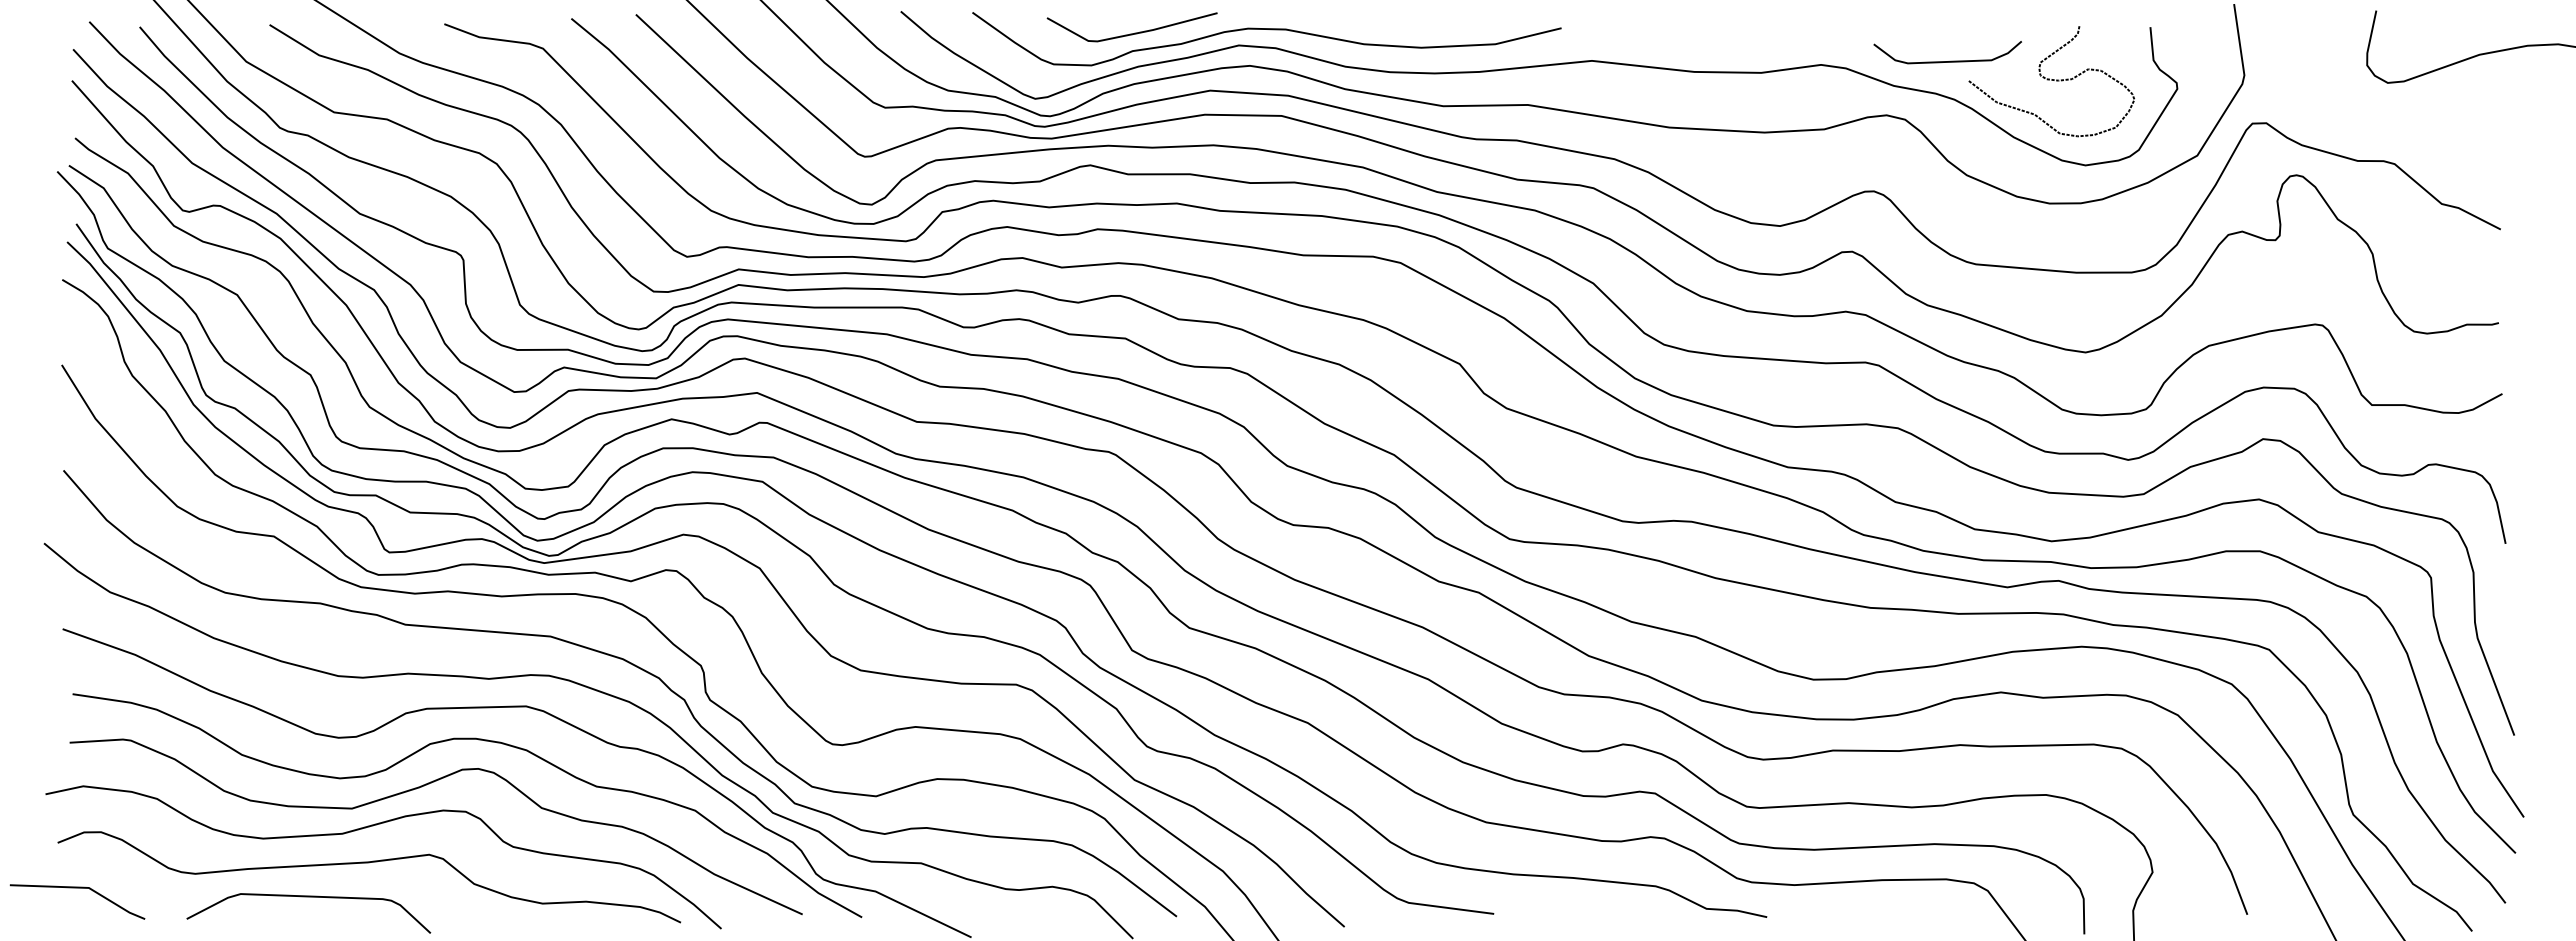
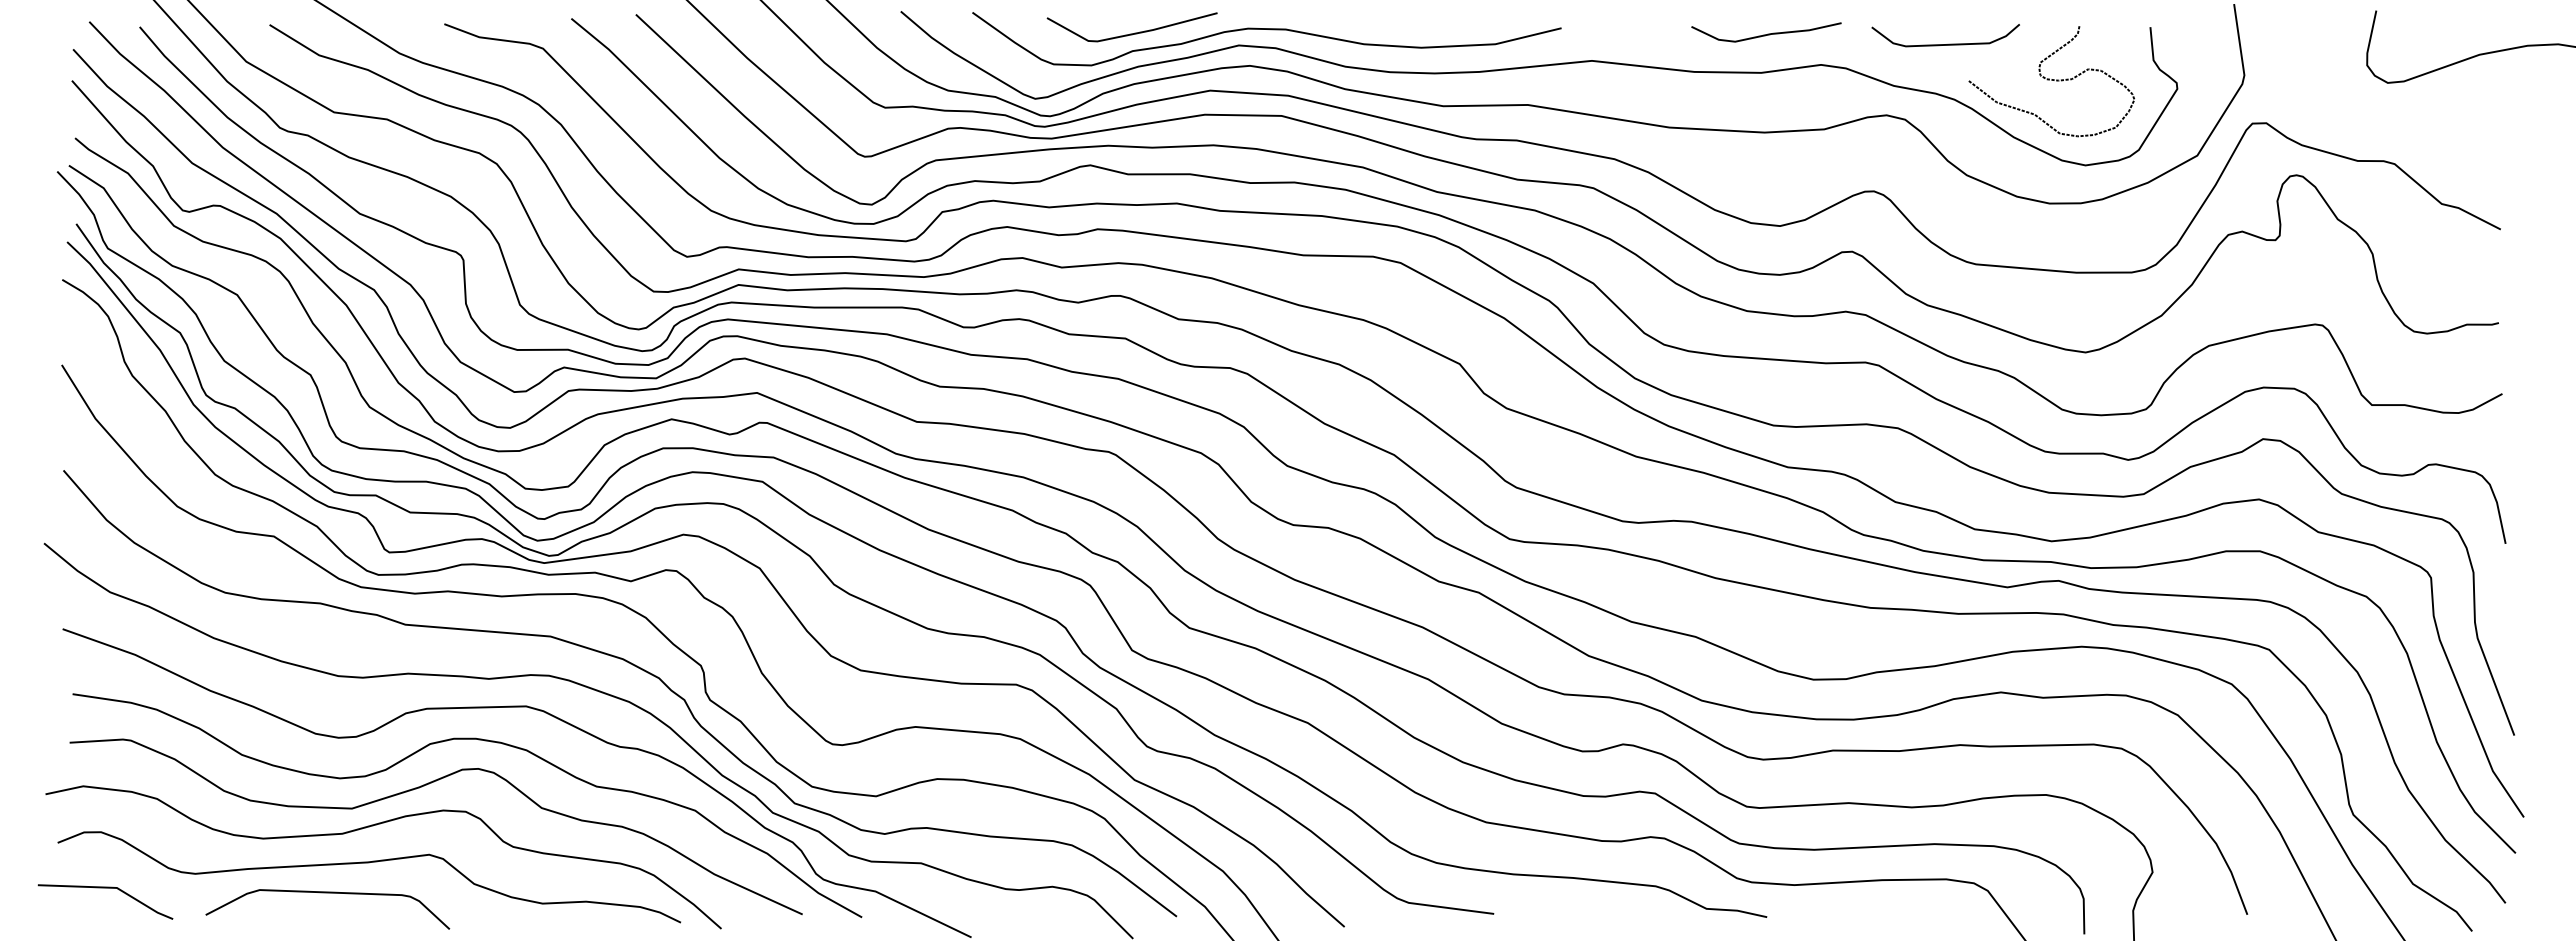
curve at (1767, 33): none -> present
curve at (1950, 60) position: (1950, 60) -> (1948, 43)
line at (77, 888) position: (77, 888) -> (105, 888)
curve at (308, 897) position: (308, 897) -> (327, 893)
